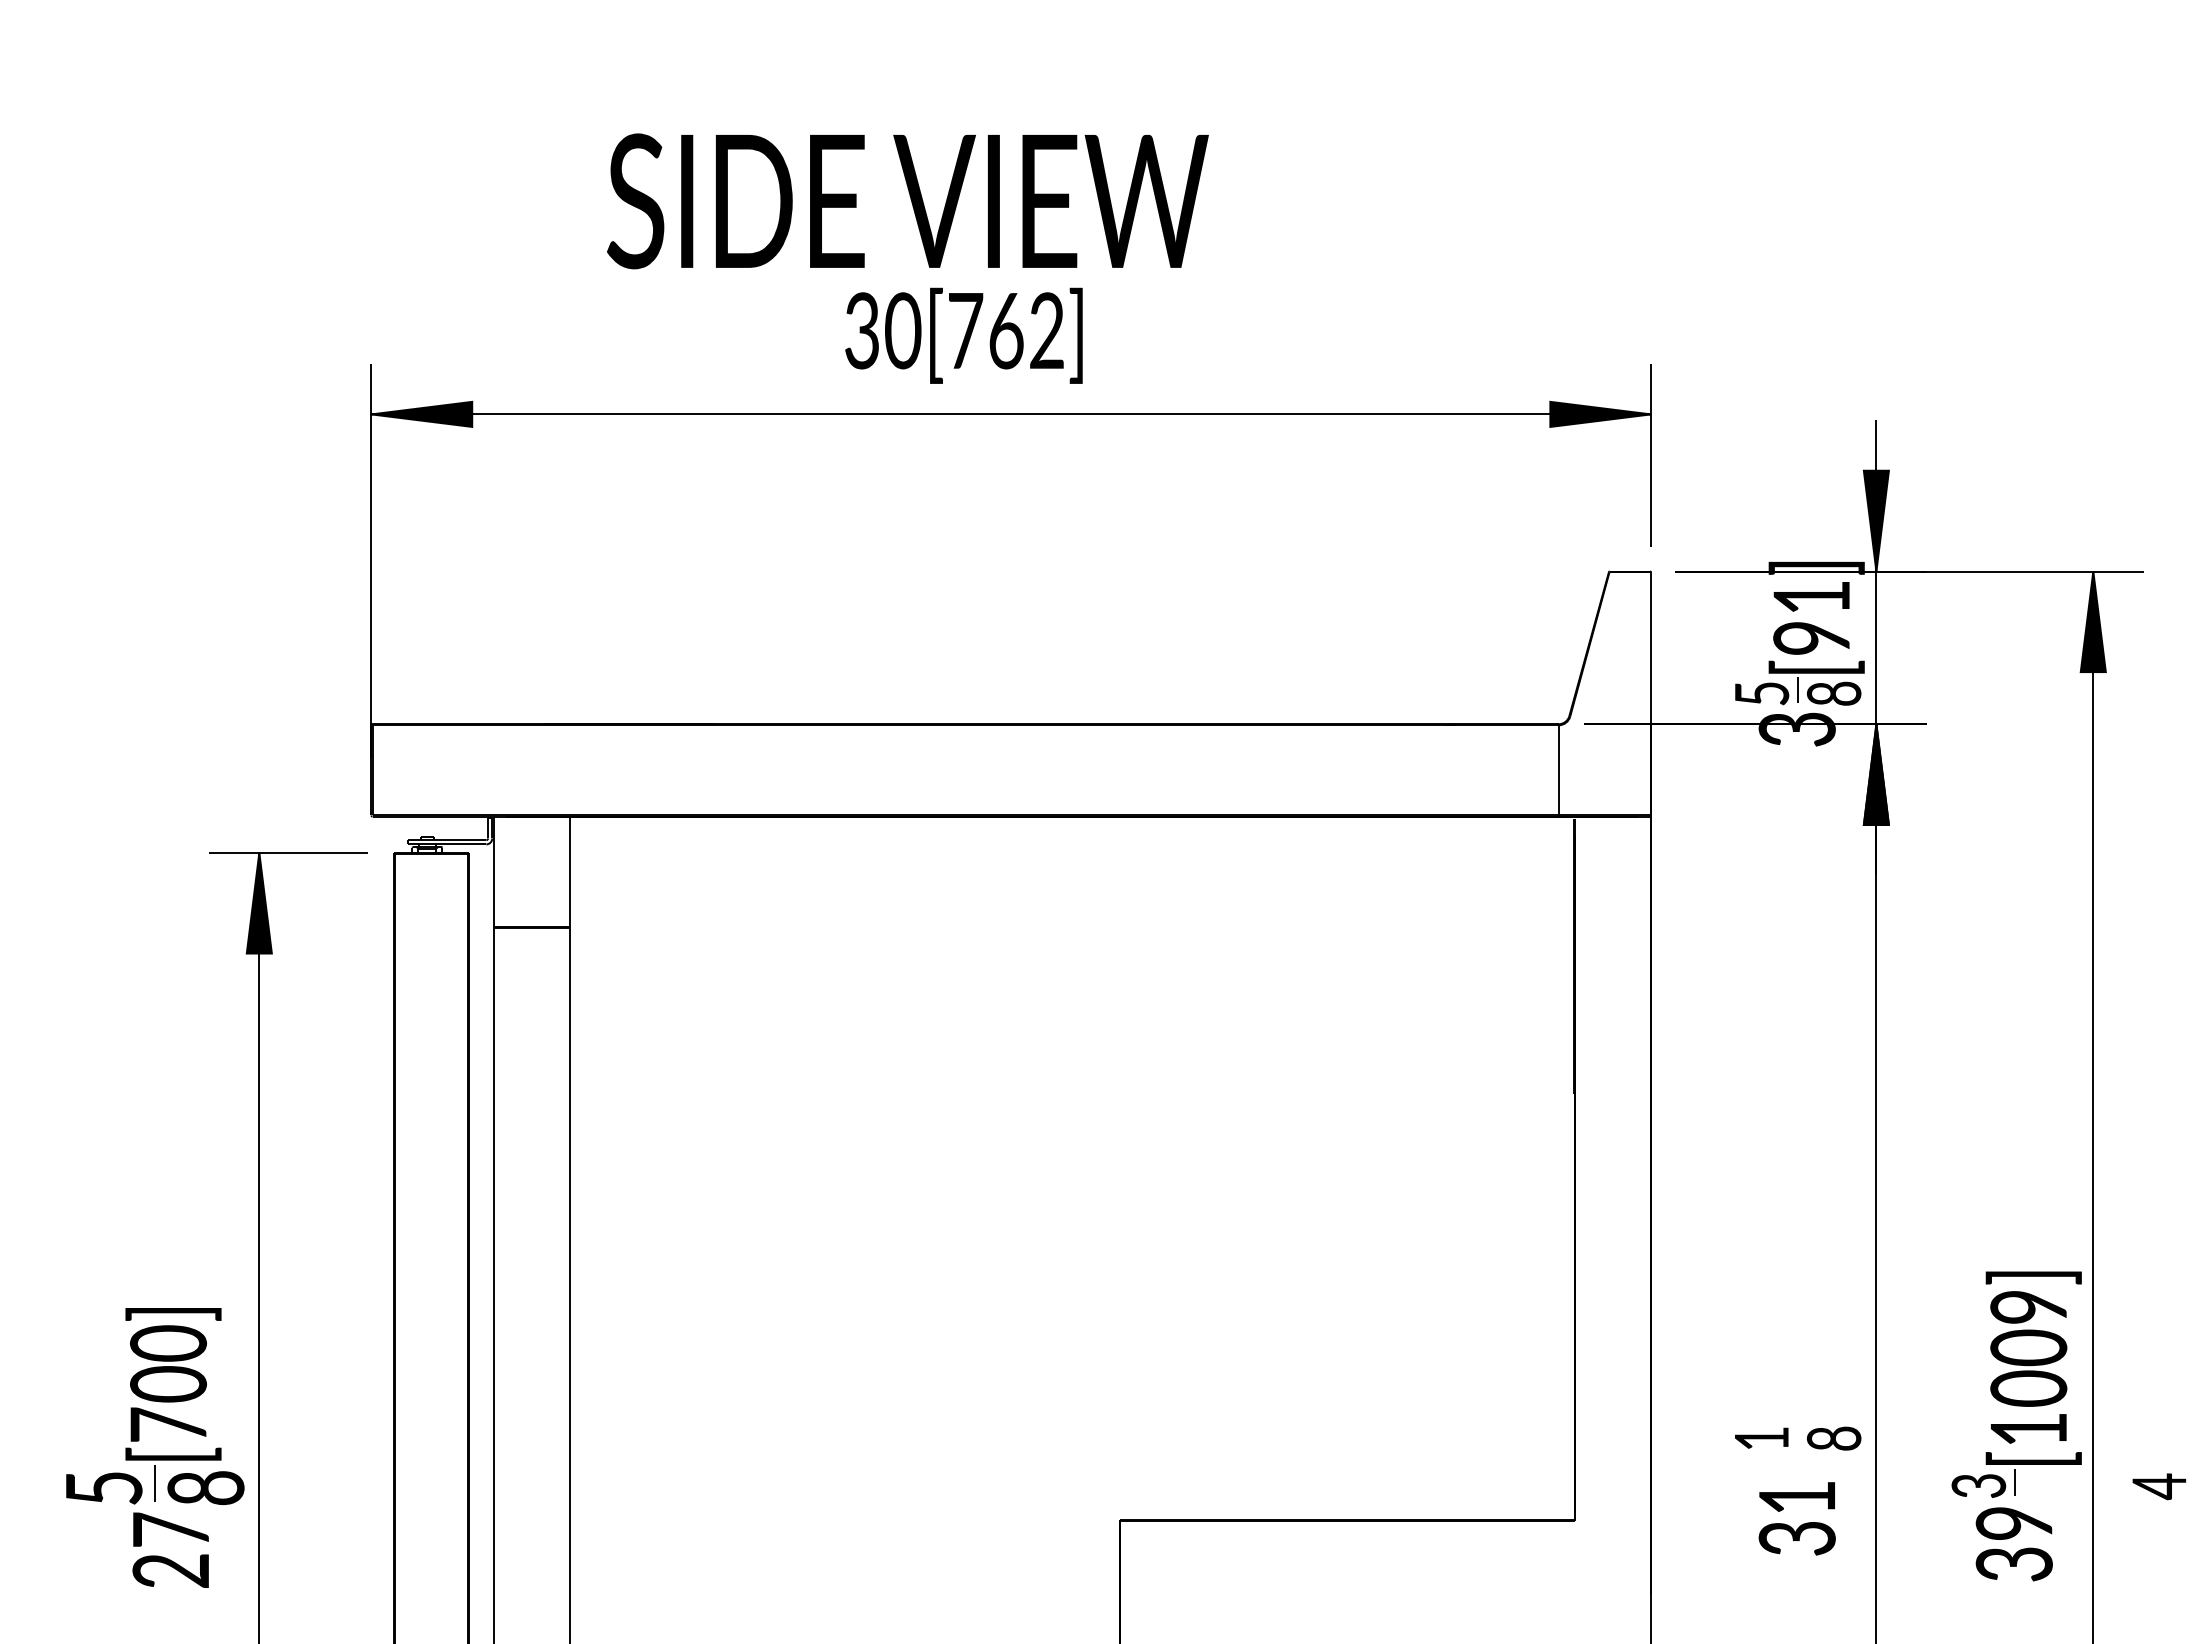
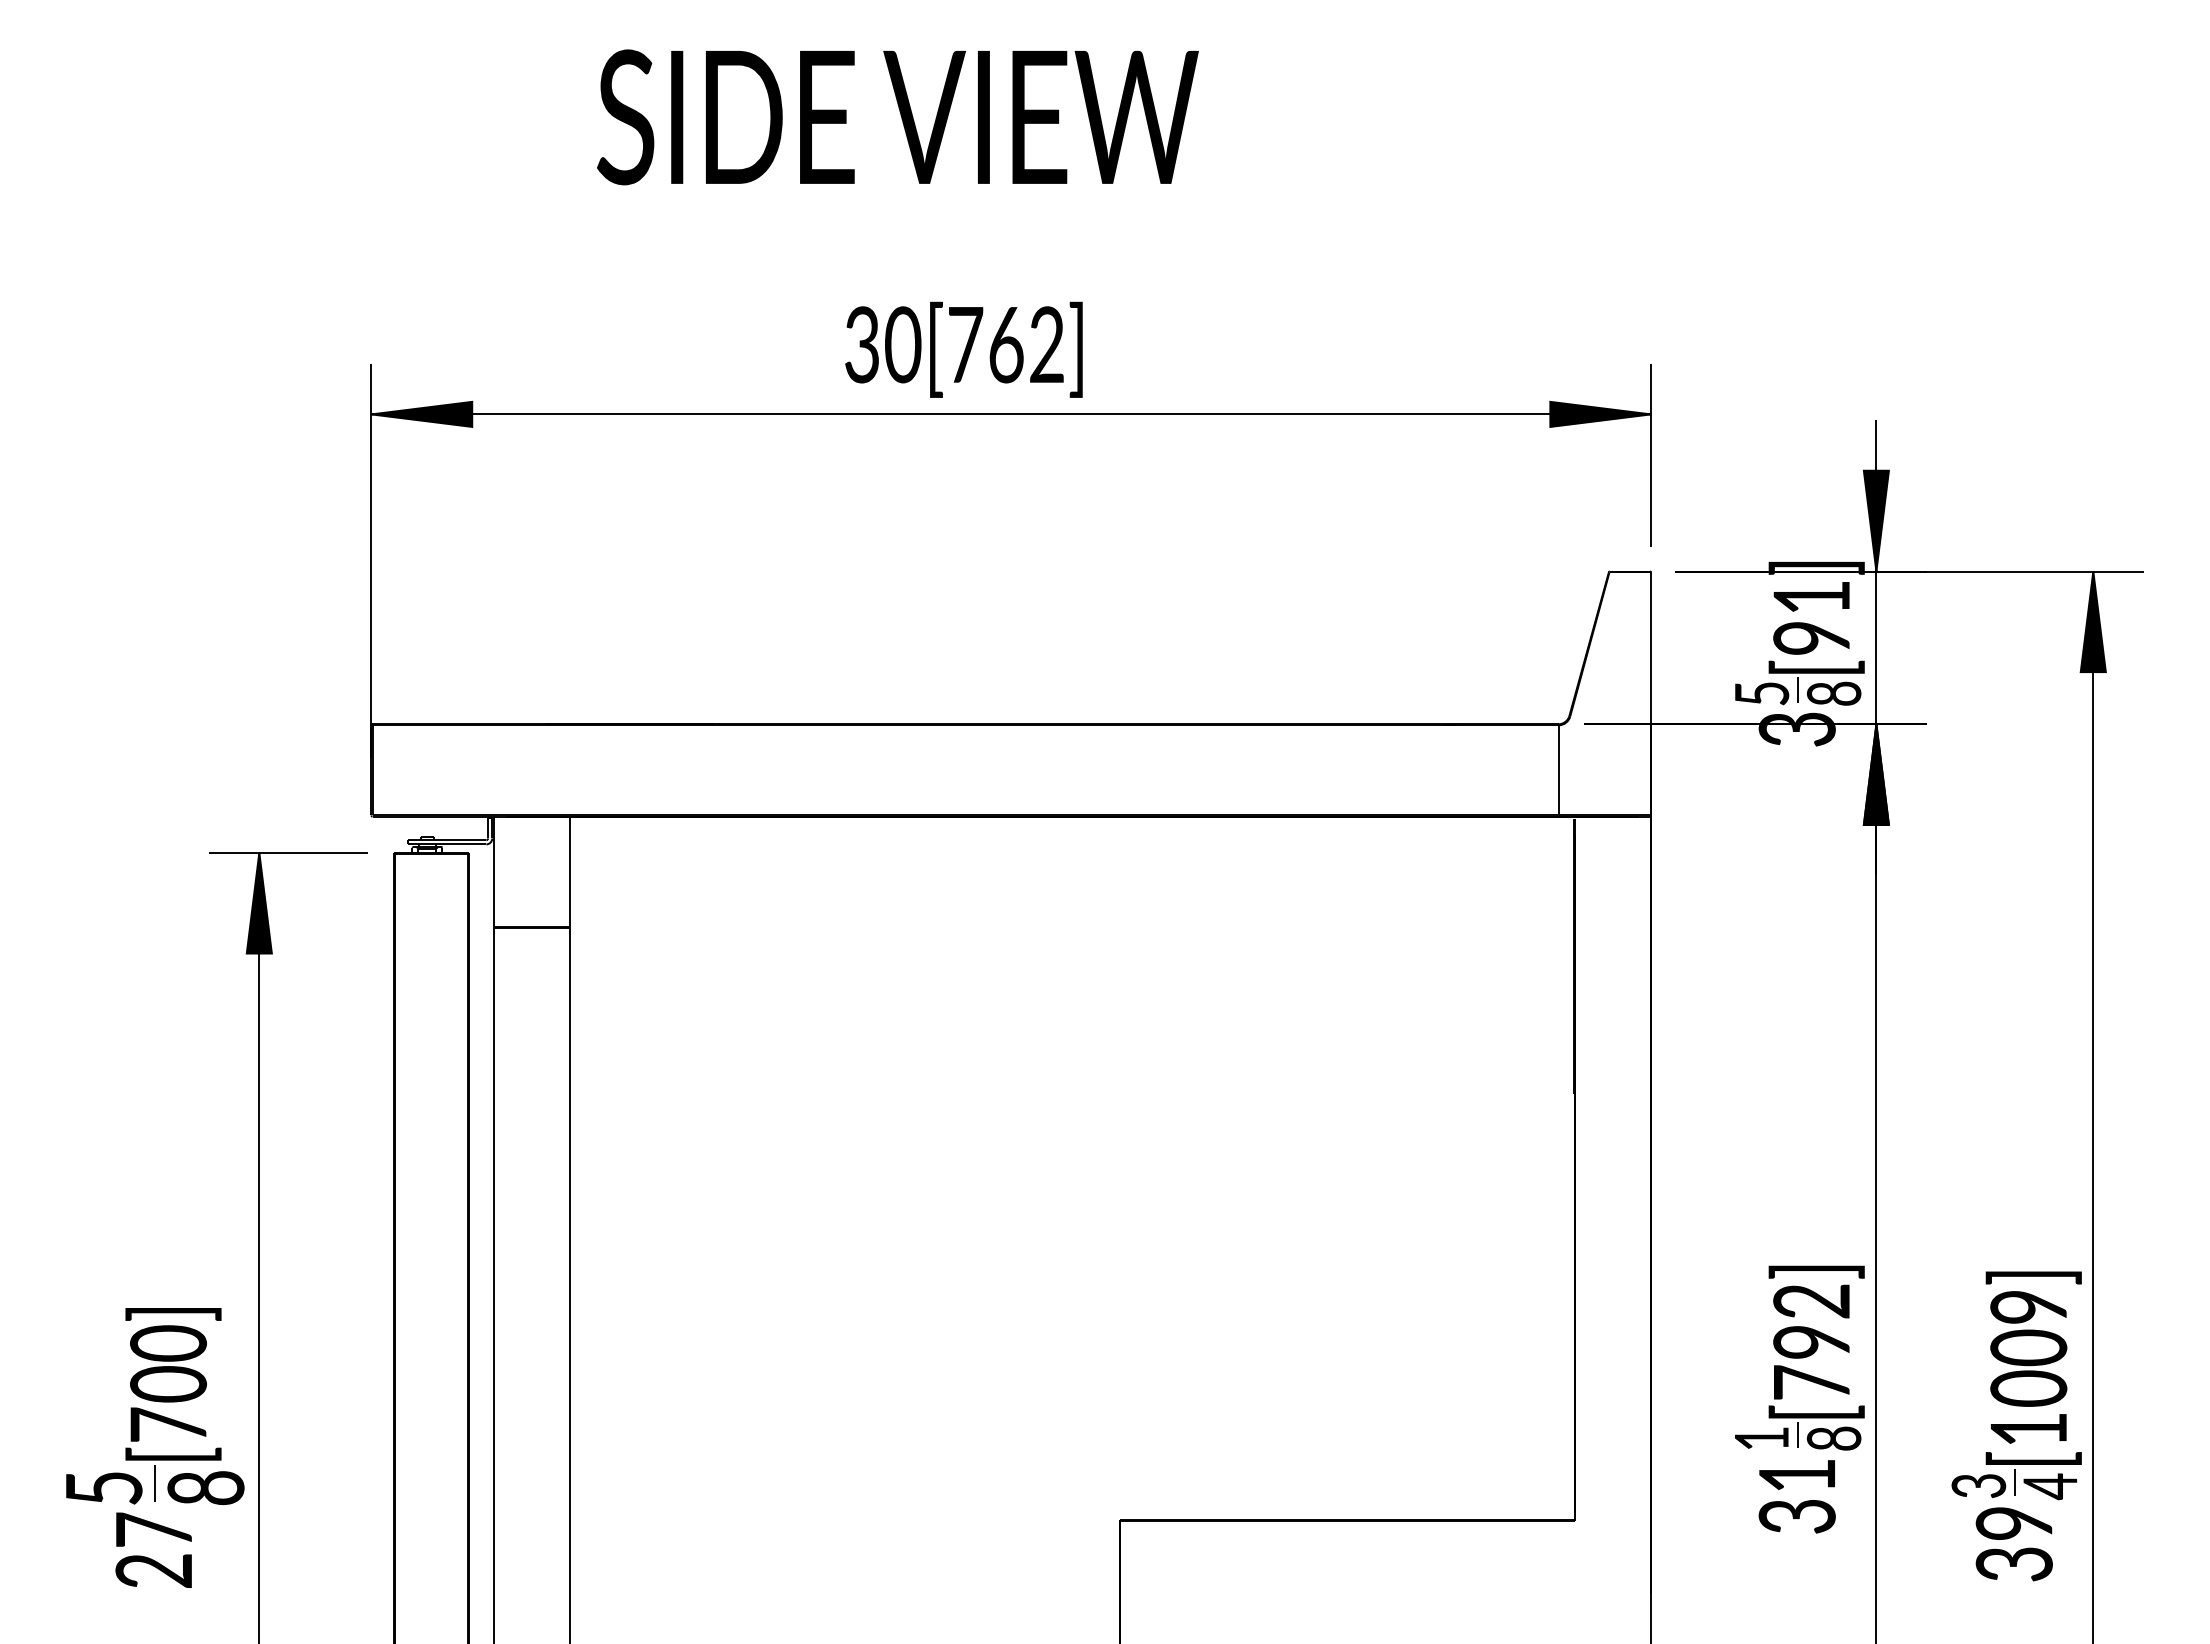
text at (907, 201) position: (907, 201) -> (897, 117)
text at (963, 335) position: (963, 335) -> (963, 349)
part at (1816, 1356): none -> present
text at (2158, 1486) position: (2158, 1486) -> (2049, 1486)
text at (1796, 1518) position: (1796, 1518) -> (1796, 1496)
text at (170, 1549) position: (170, 1549) -> (153, 1549)
